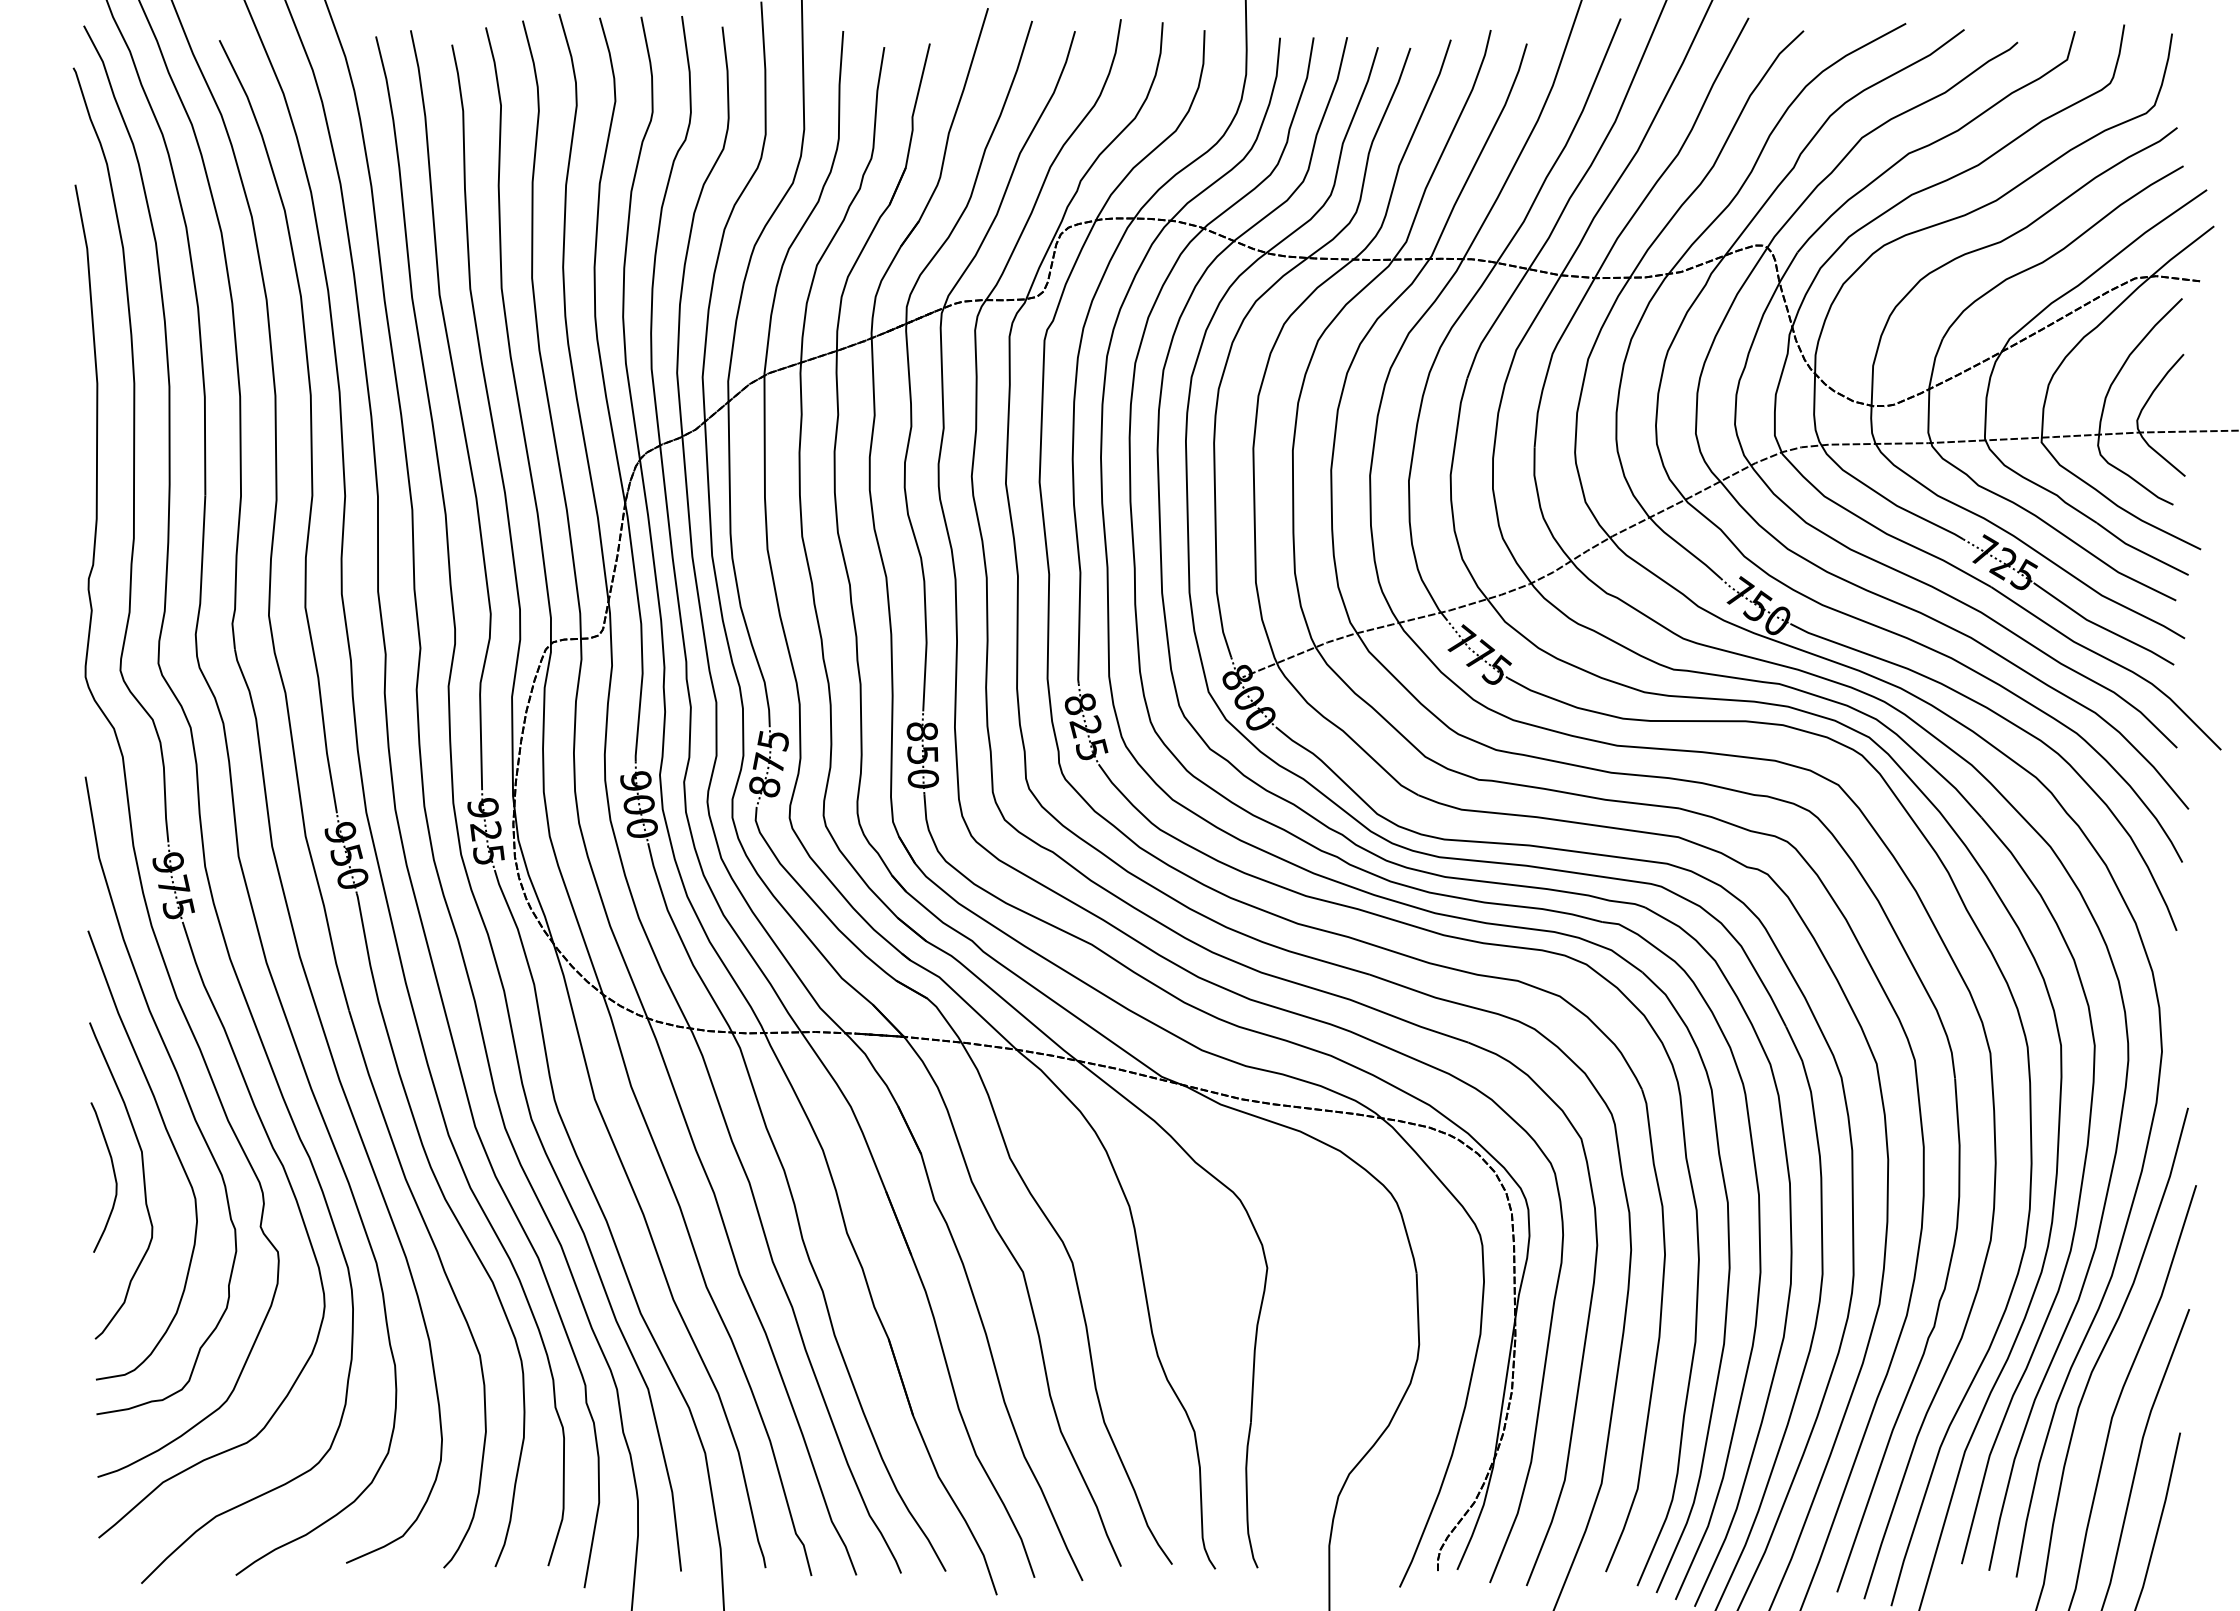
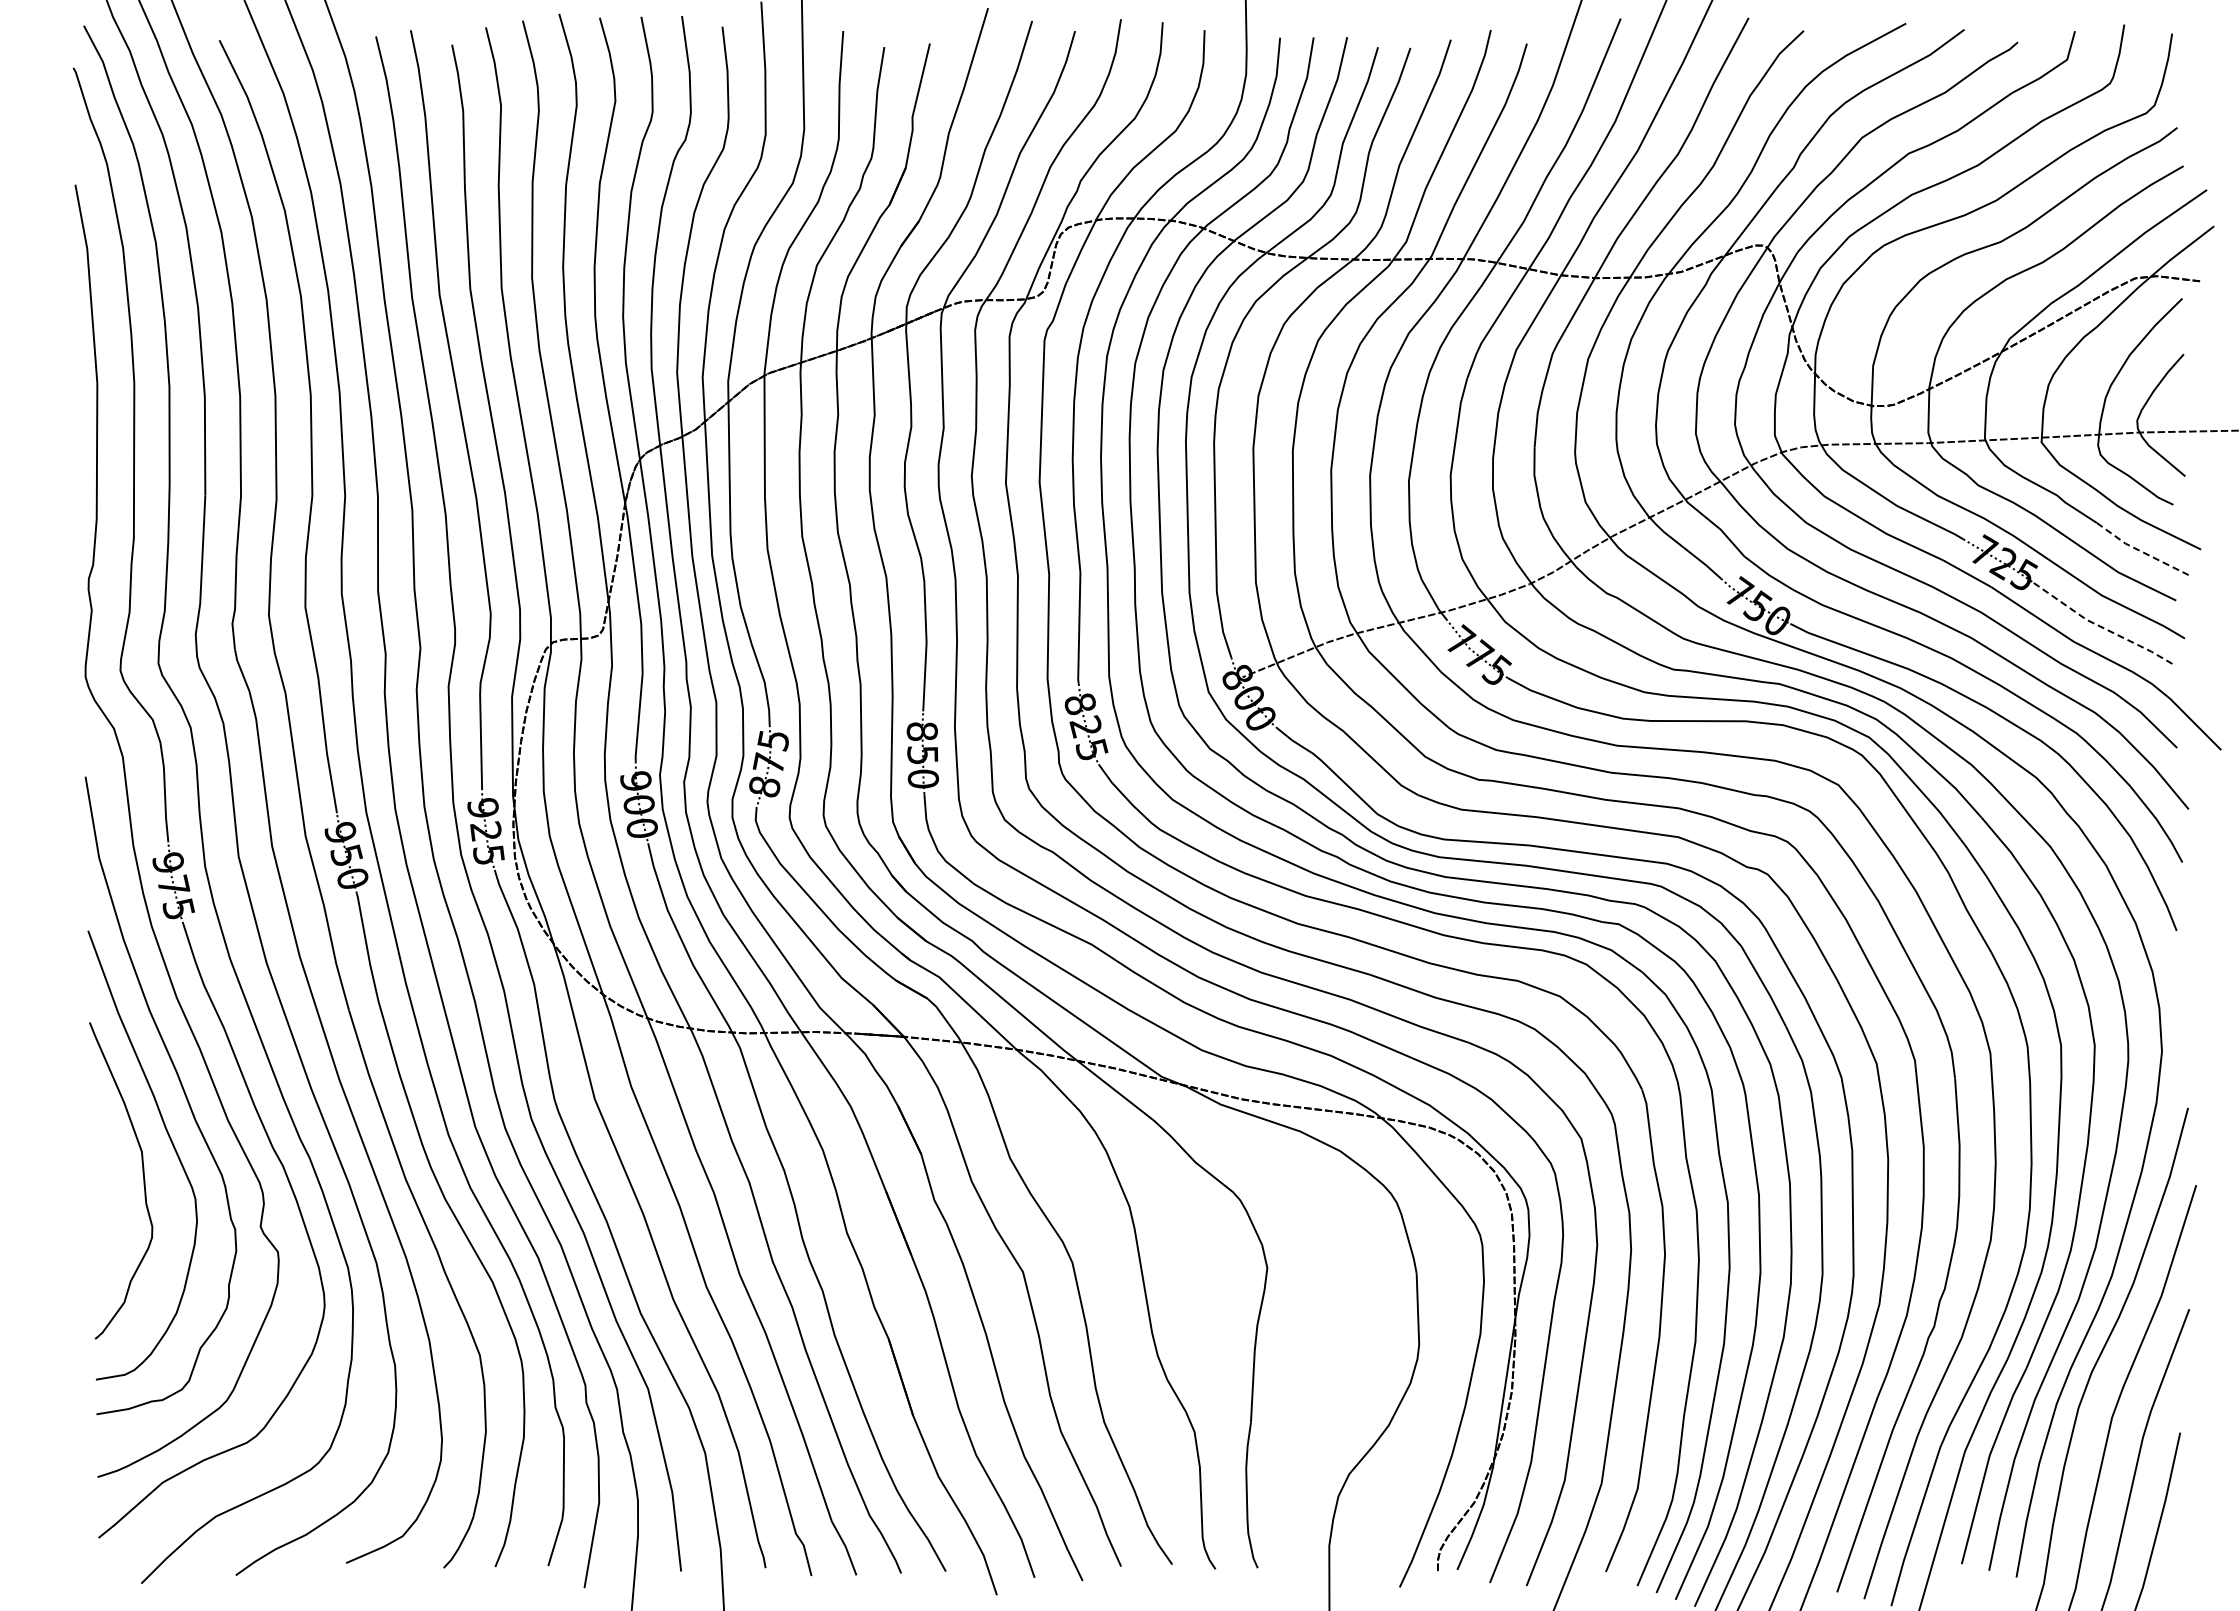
line at (2140, 551): solid -> dashed
line at (2102, 627): solid -> dashed
curve at (113, 1174): present -> none
